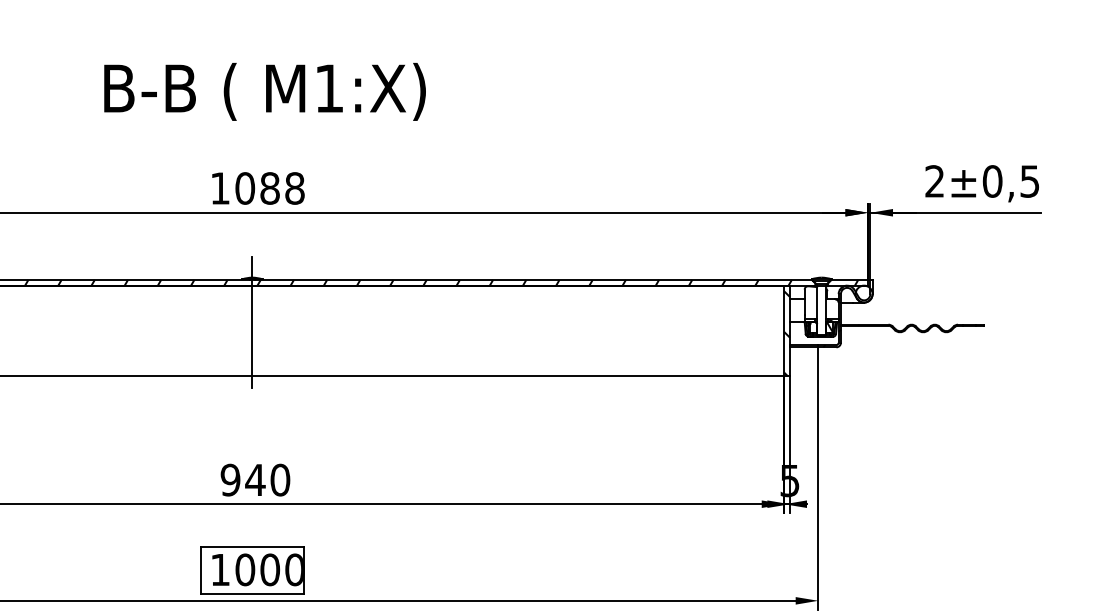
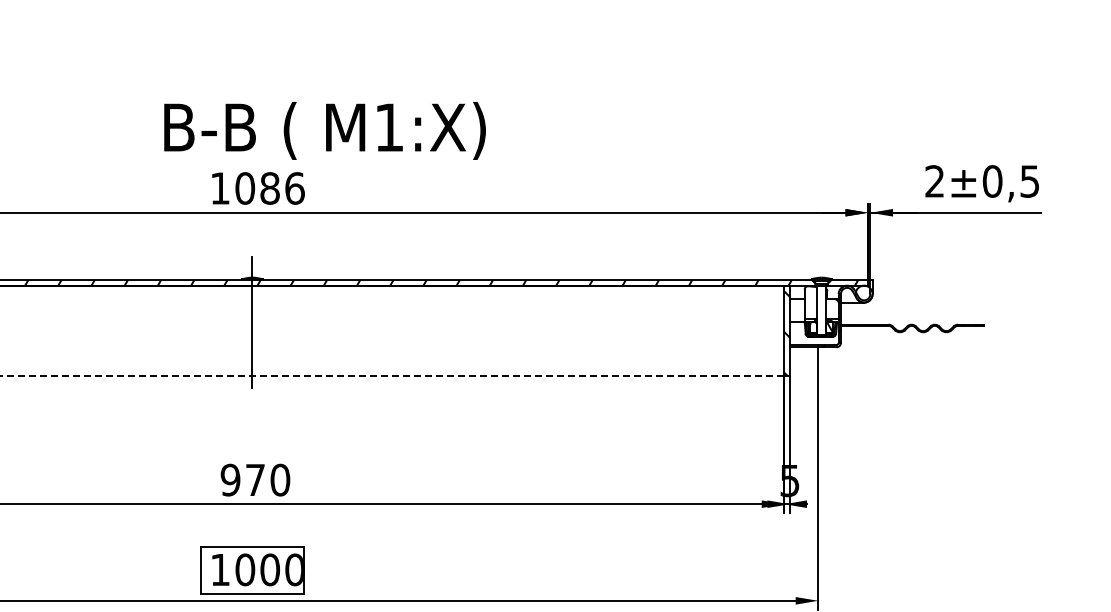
text at (264, 91) position: (264, 91) -> (324, 130)
text at (294, 188): 1088 -> 1086
line at (392, 376): solid -> dashed
text at (255, 479): 940 -> 970
